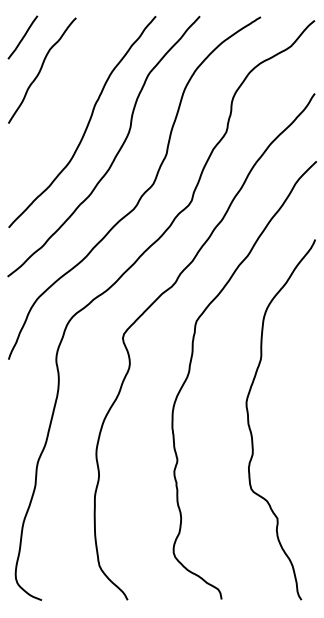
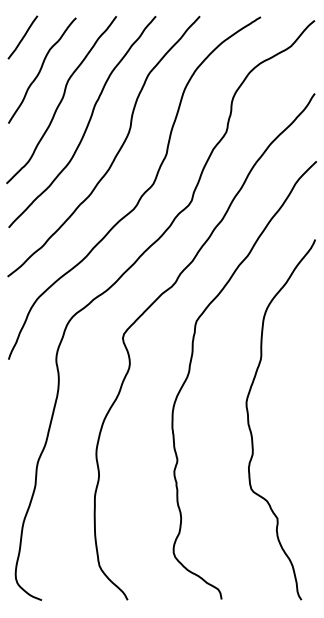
curve at (61, 100): none -> present
